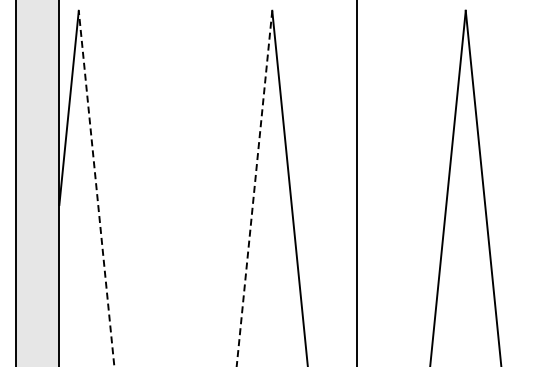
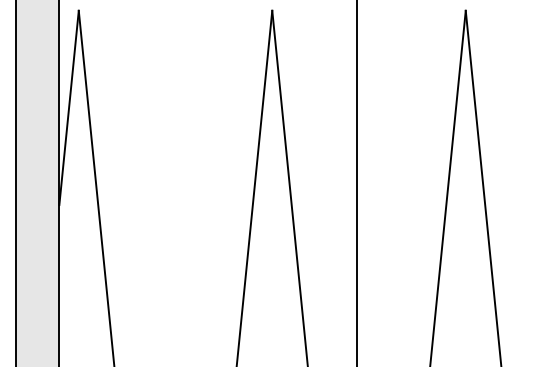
line at (96, 188): dashed -> solid
line at (254, 188): dashed -> solid
